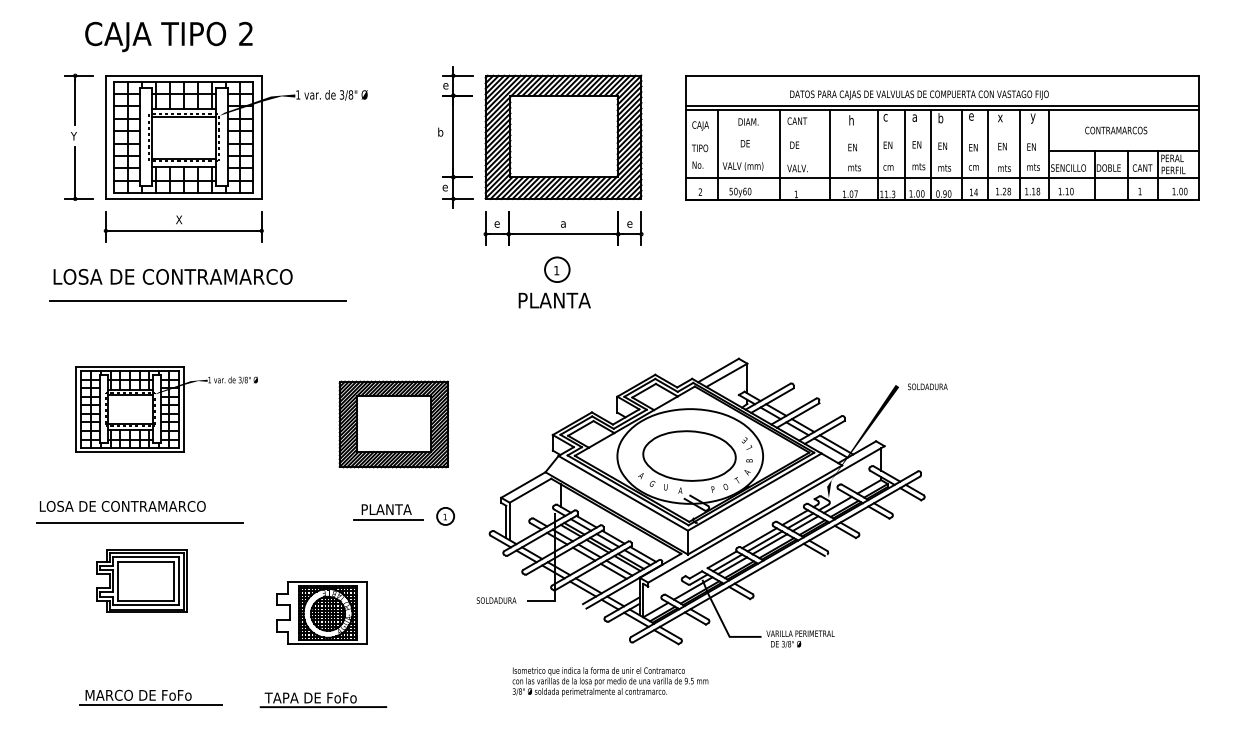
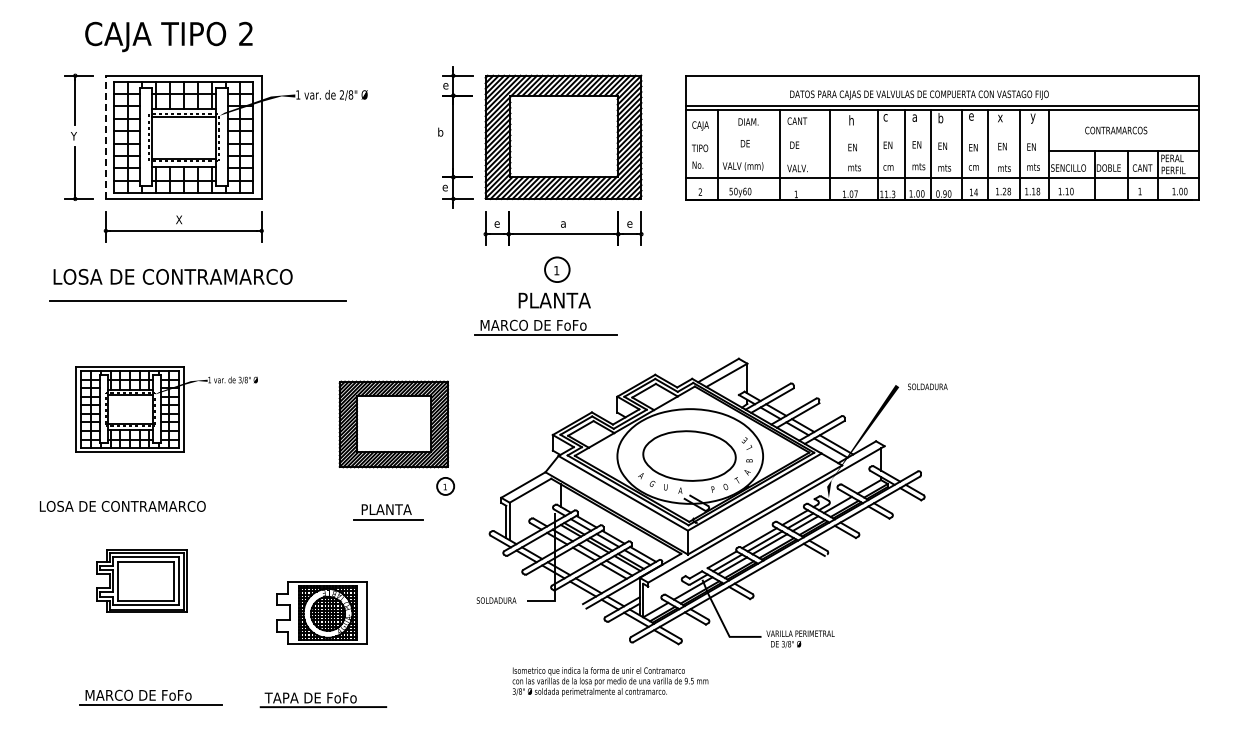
text at (341, 95): 3/8" -> 2/8"
line at (105, 137): solid -> dashed
part at (545, 327): none -> present
part at (445, 516) position: (445, 516) -> (445, 486)
line at (139, 523): present -> none
